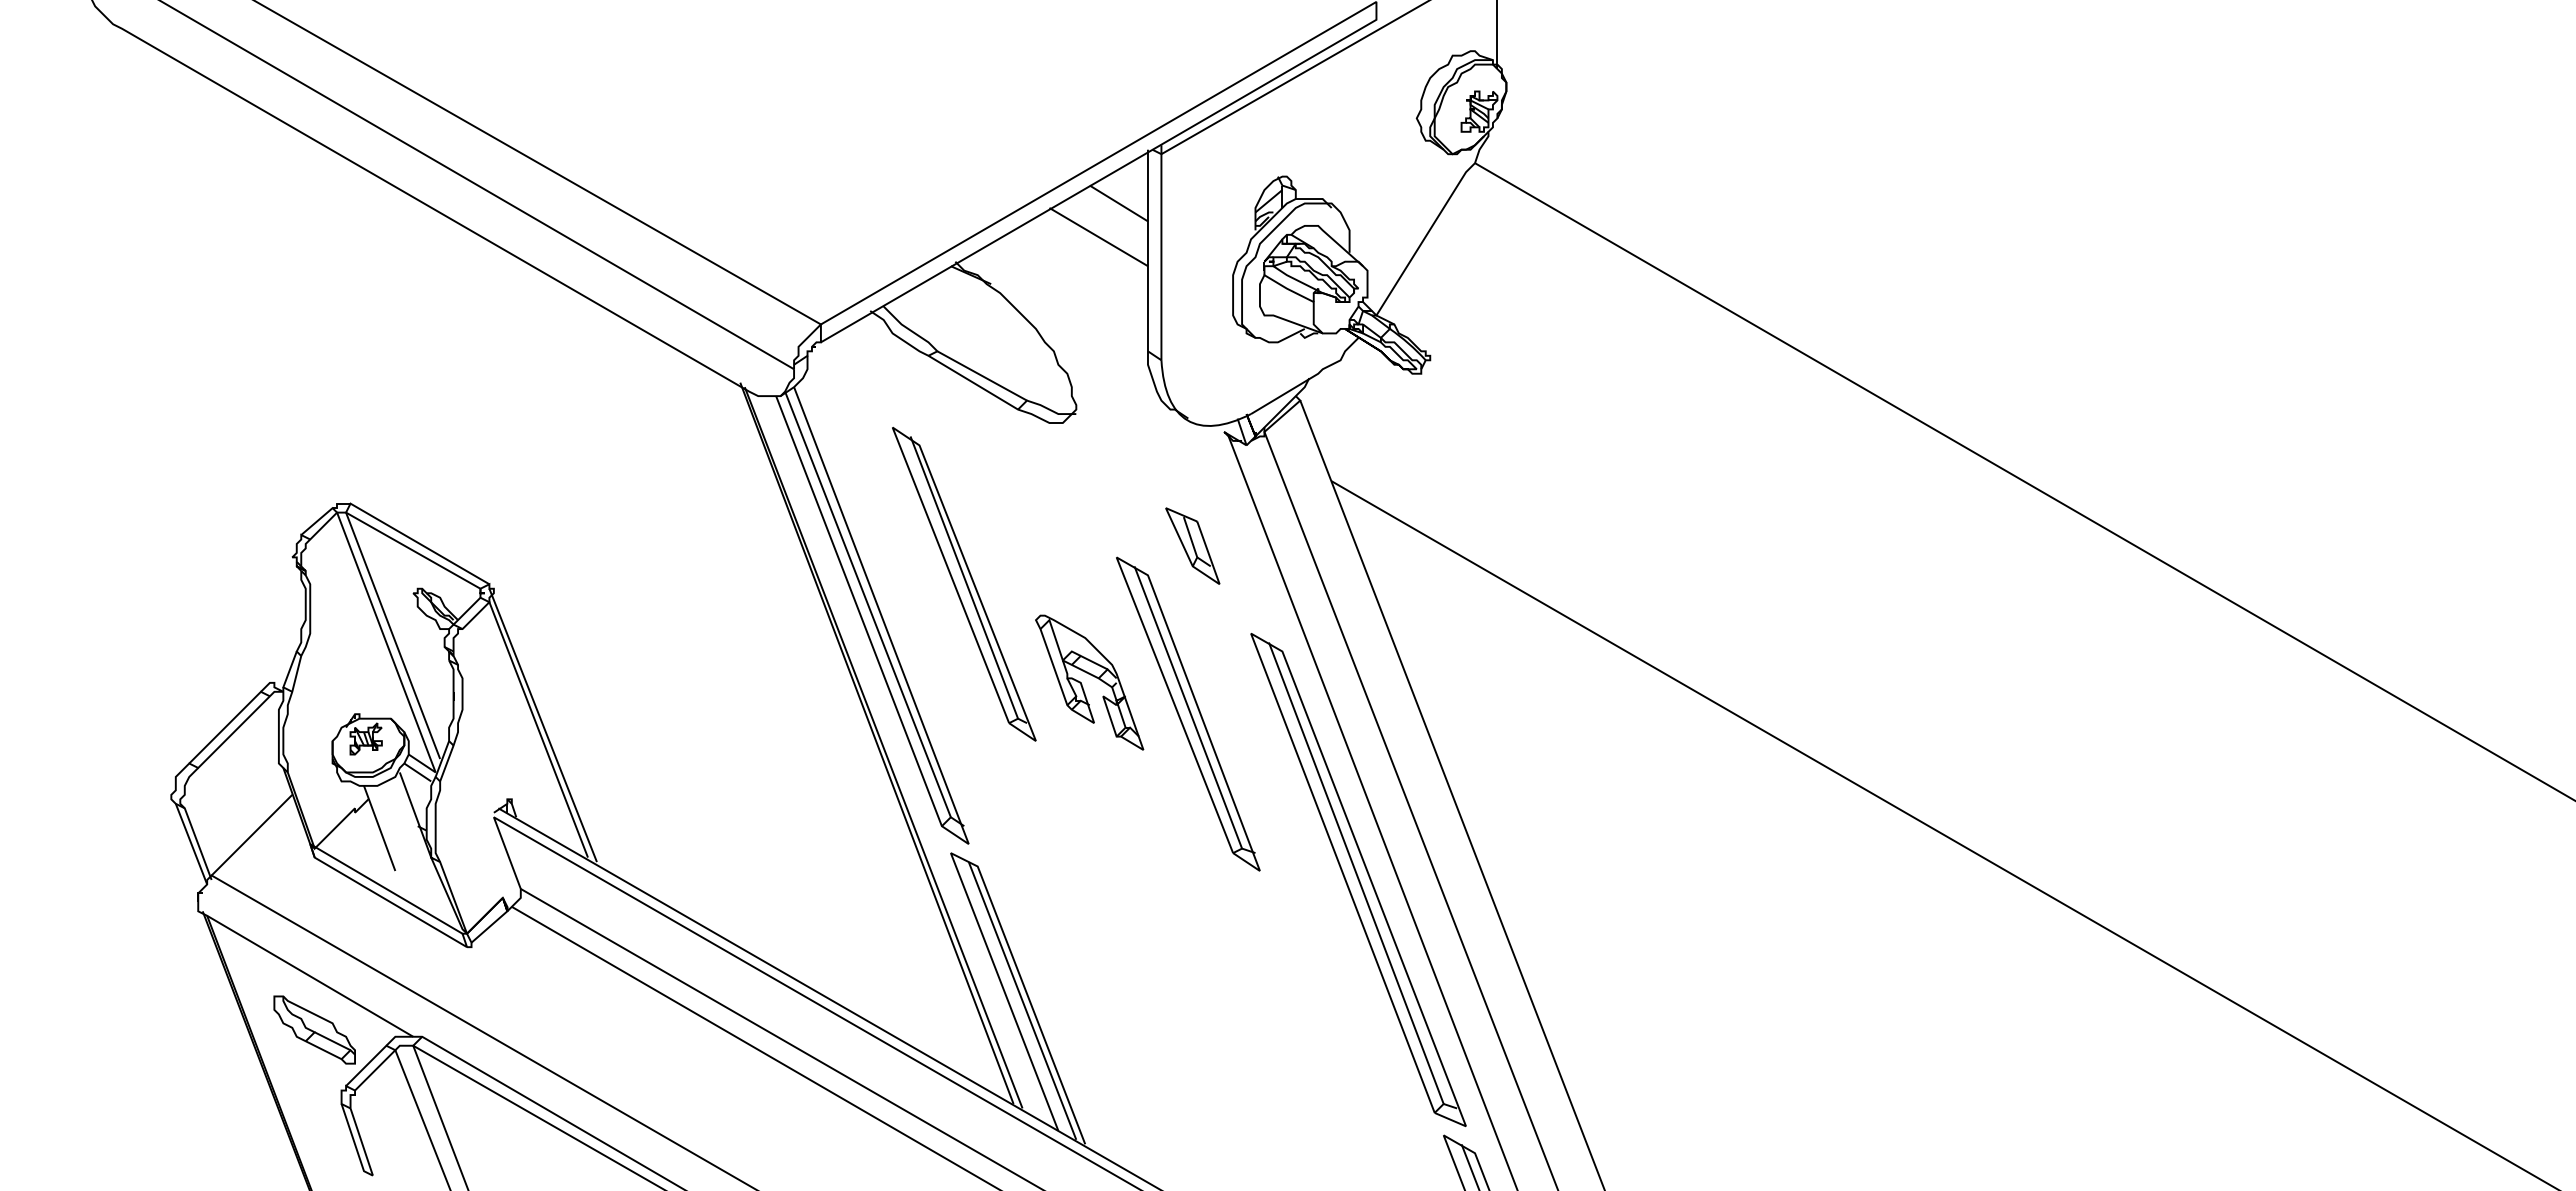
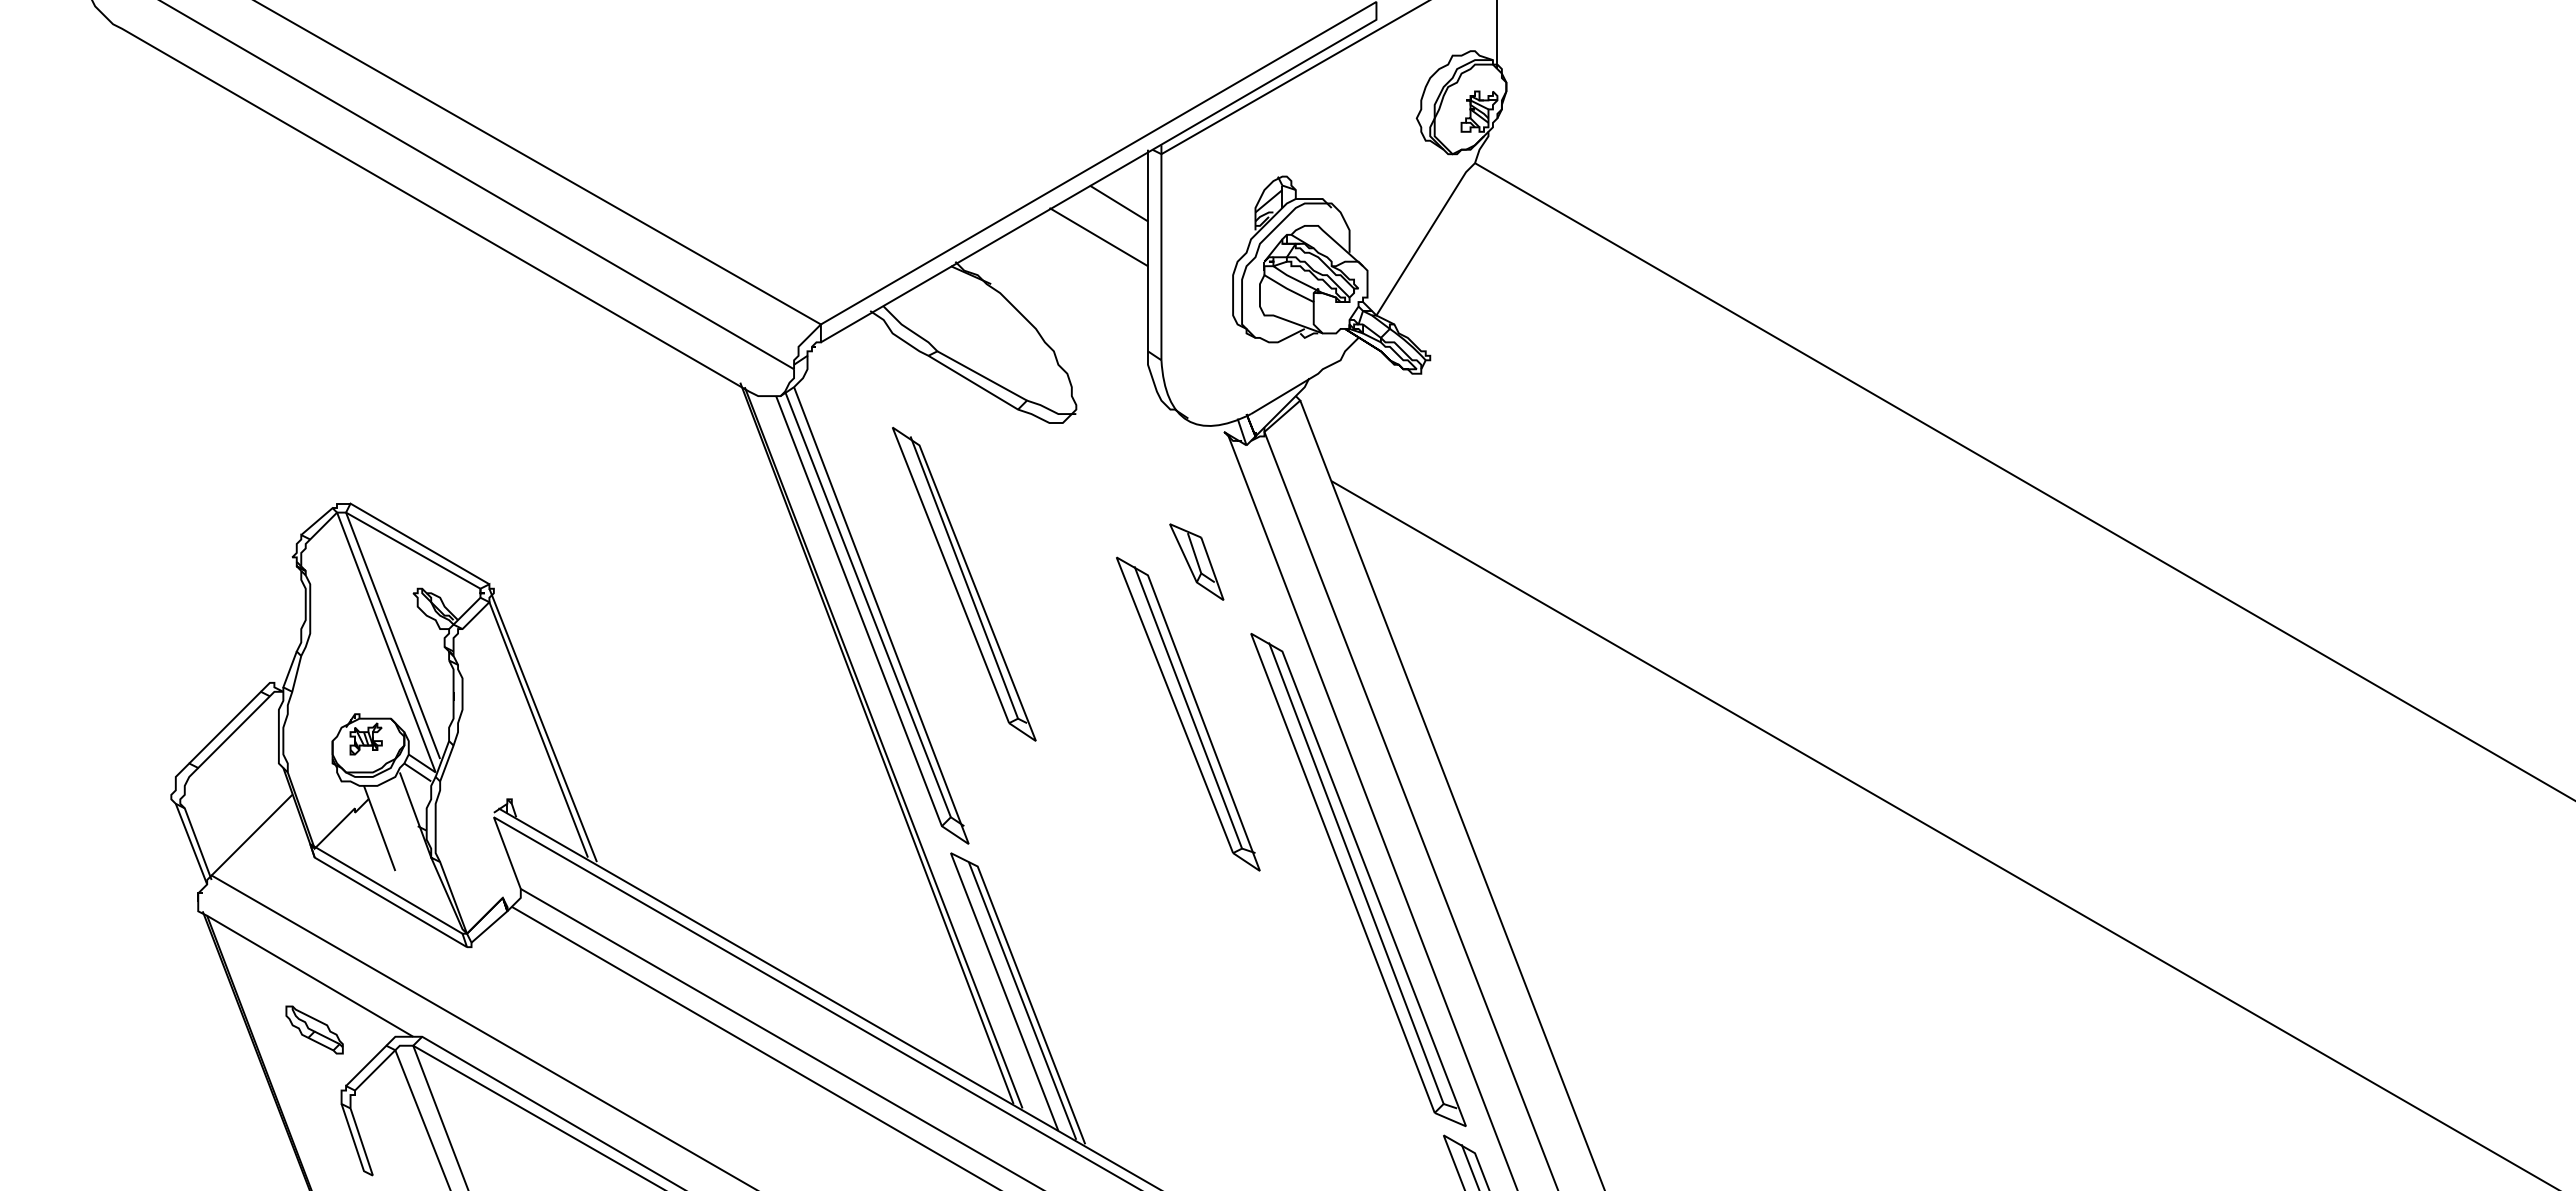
part at (1192, 545) position: (1192, 545) -> (1196, 561)
part at (1092, 676): present -> none
part at (314, 1029) size: 83x70 px -> 59x50 px
